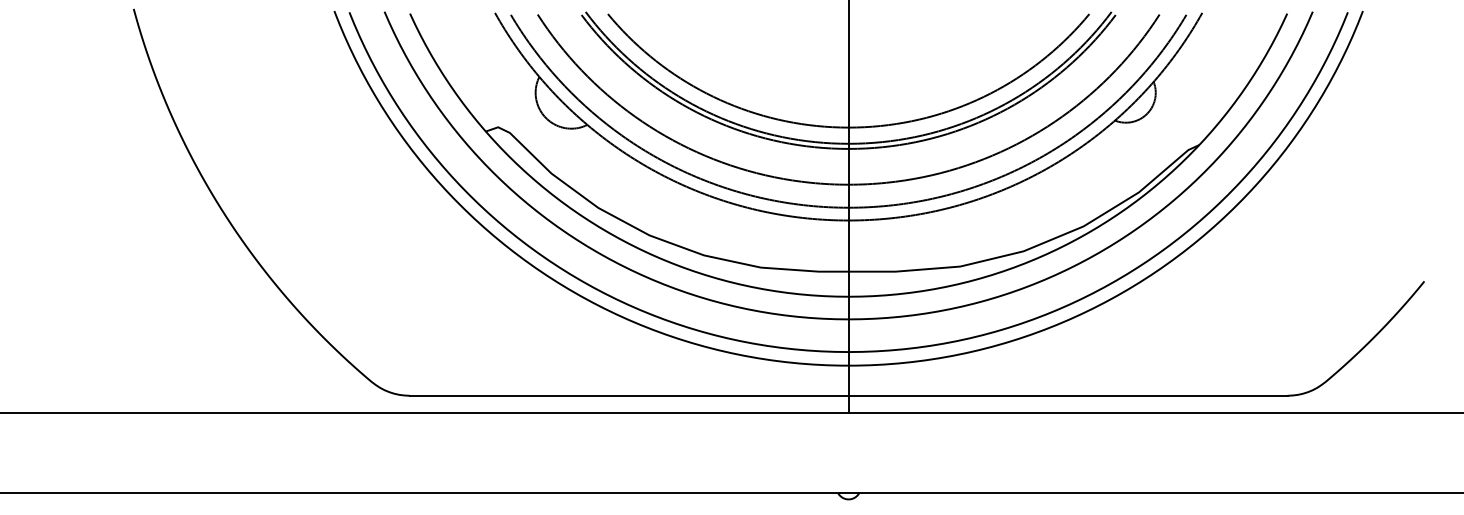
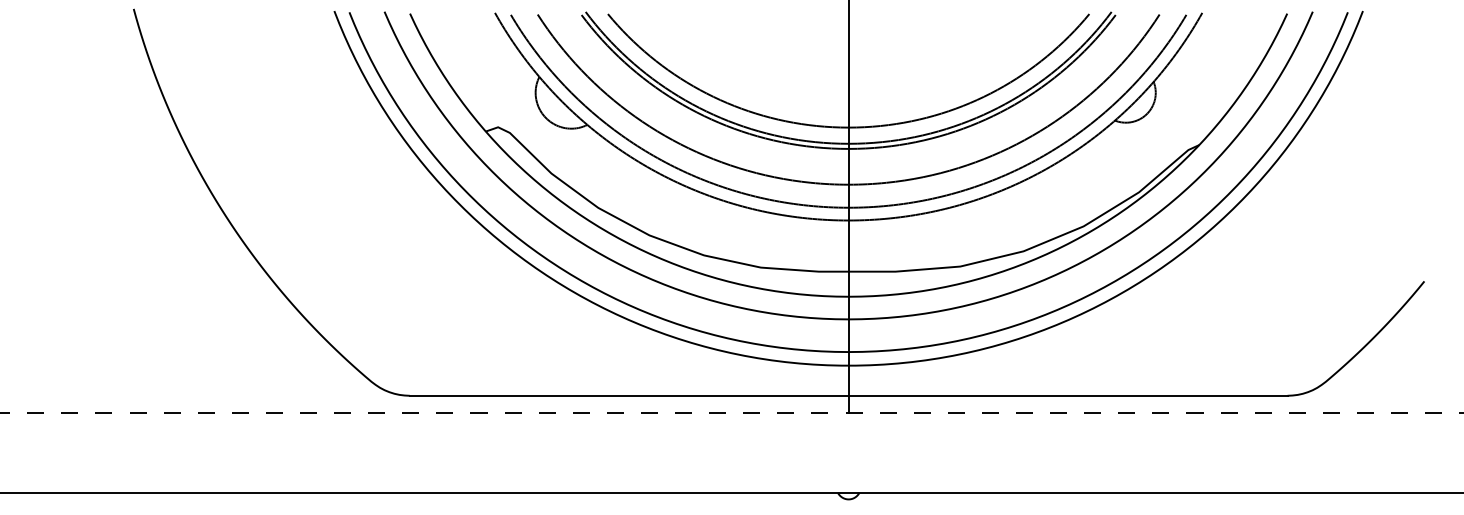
line at (732, 412): solid -> dashed
